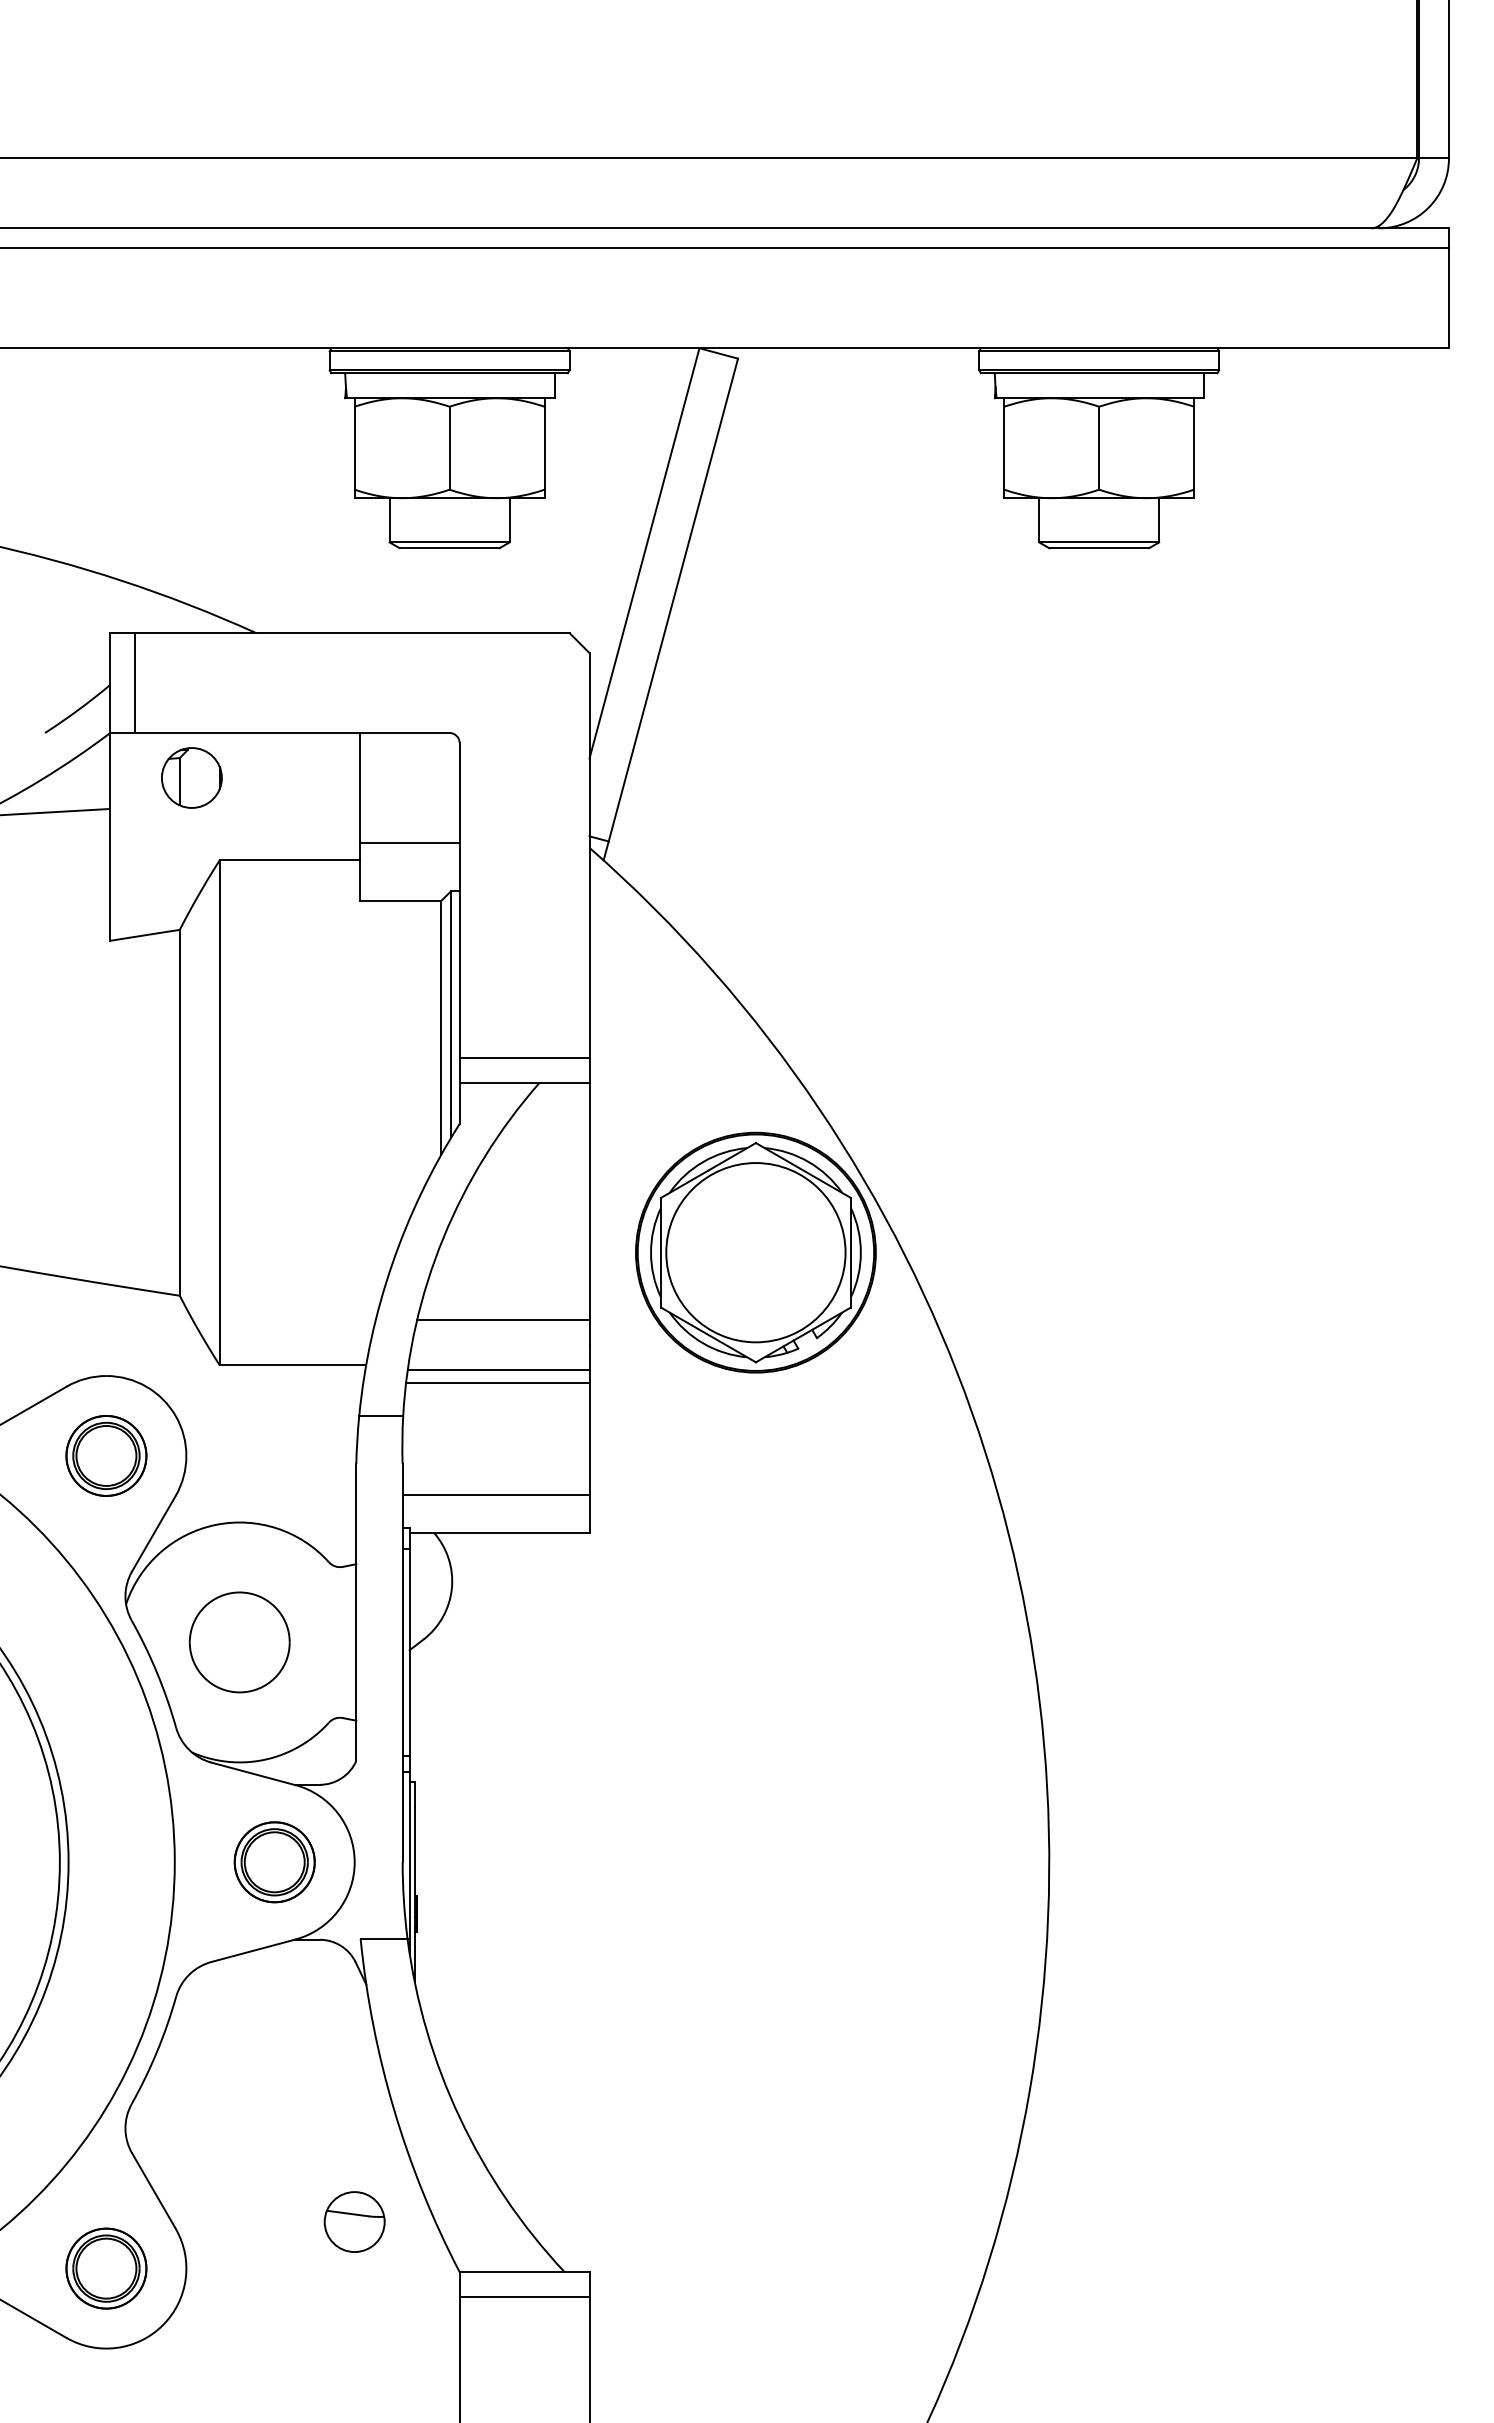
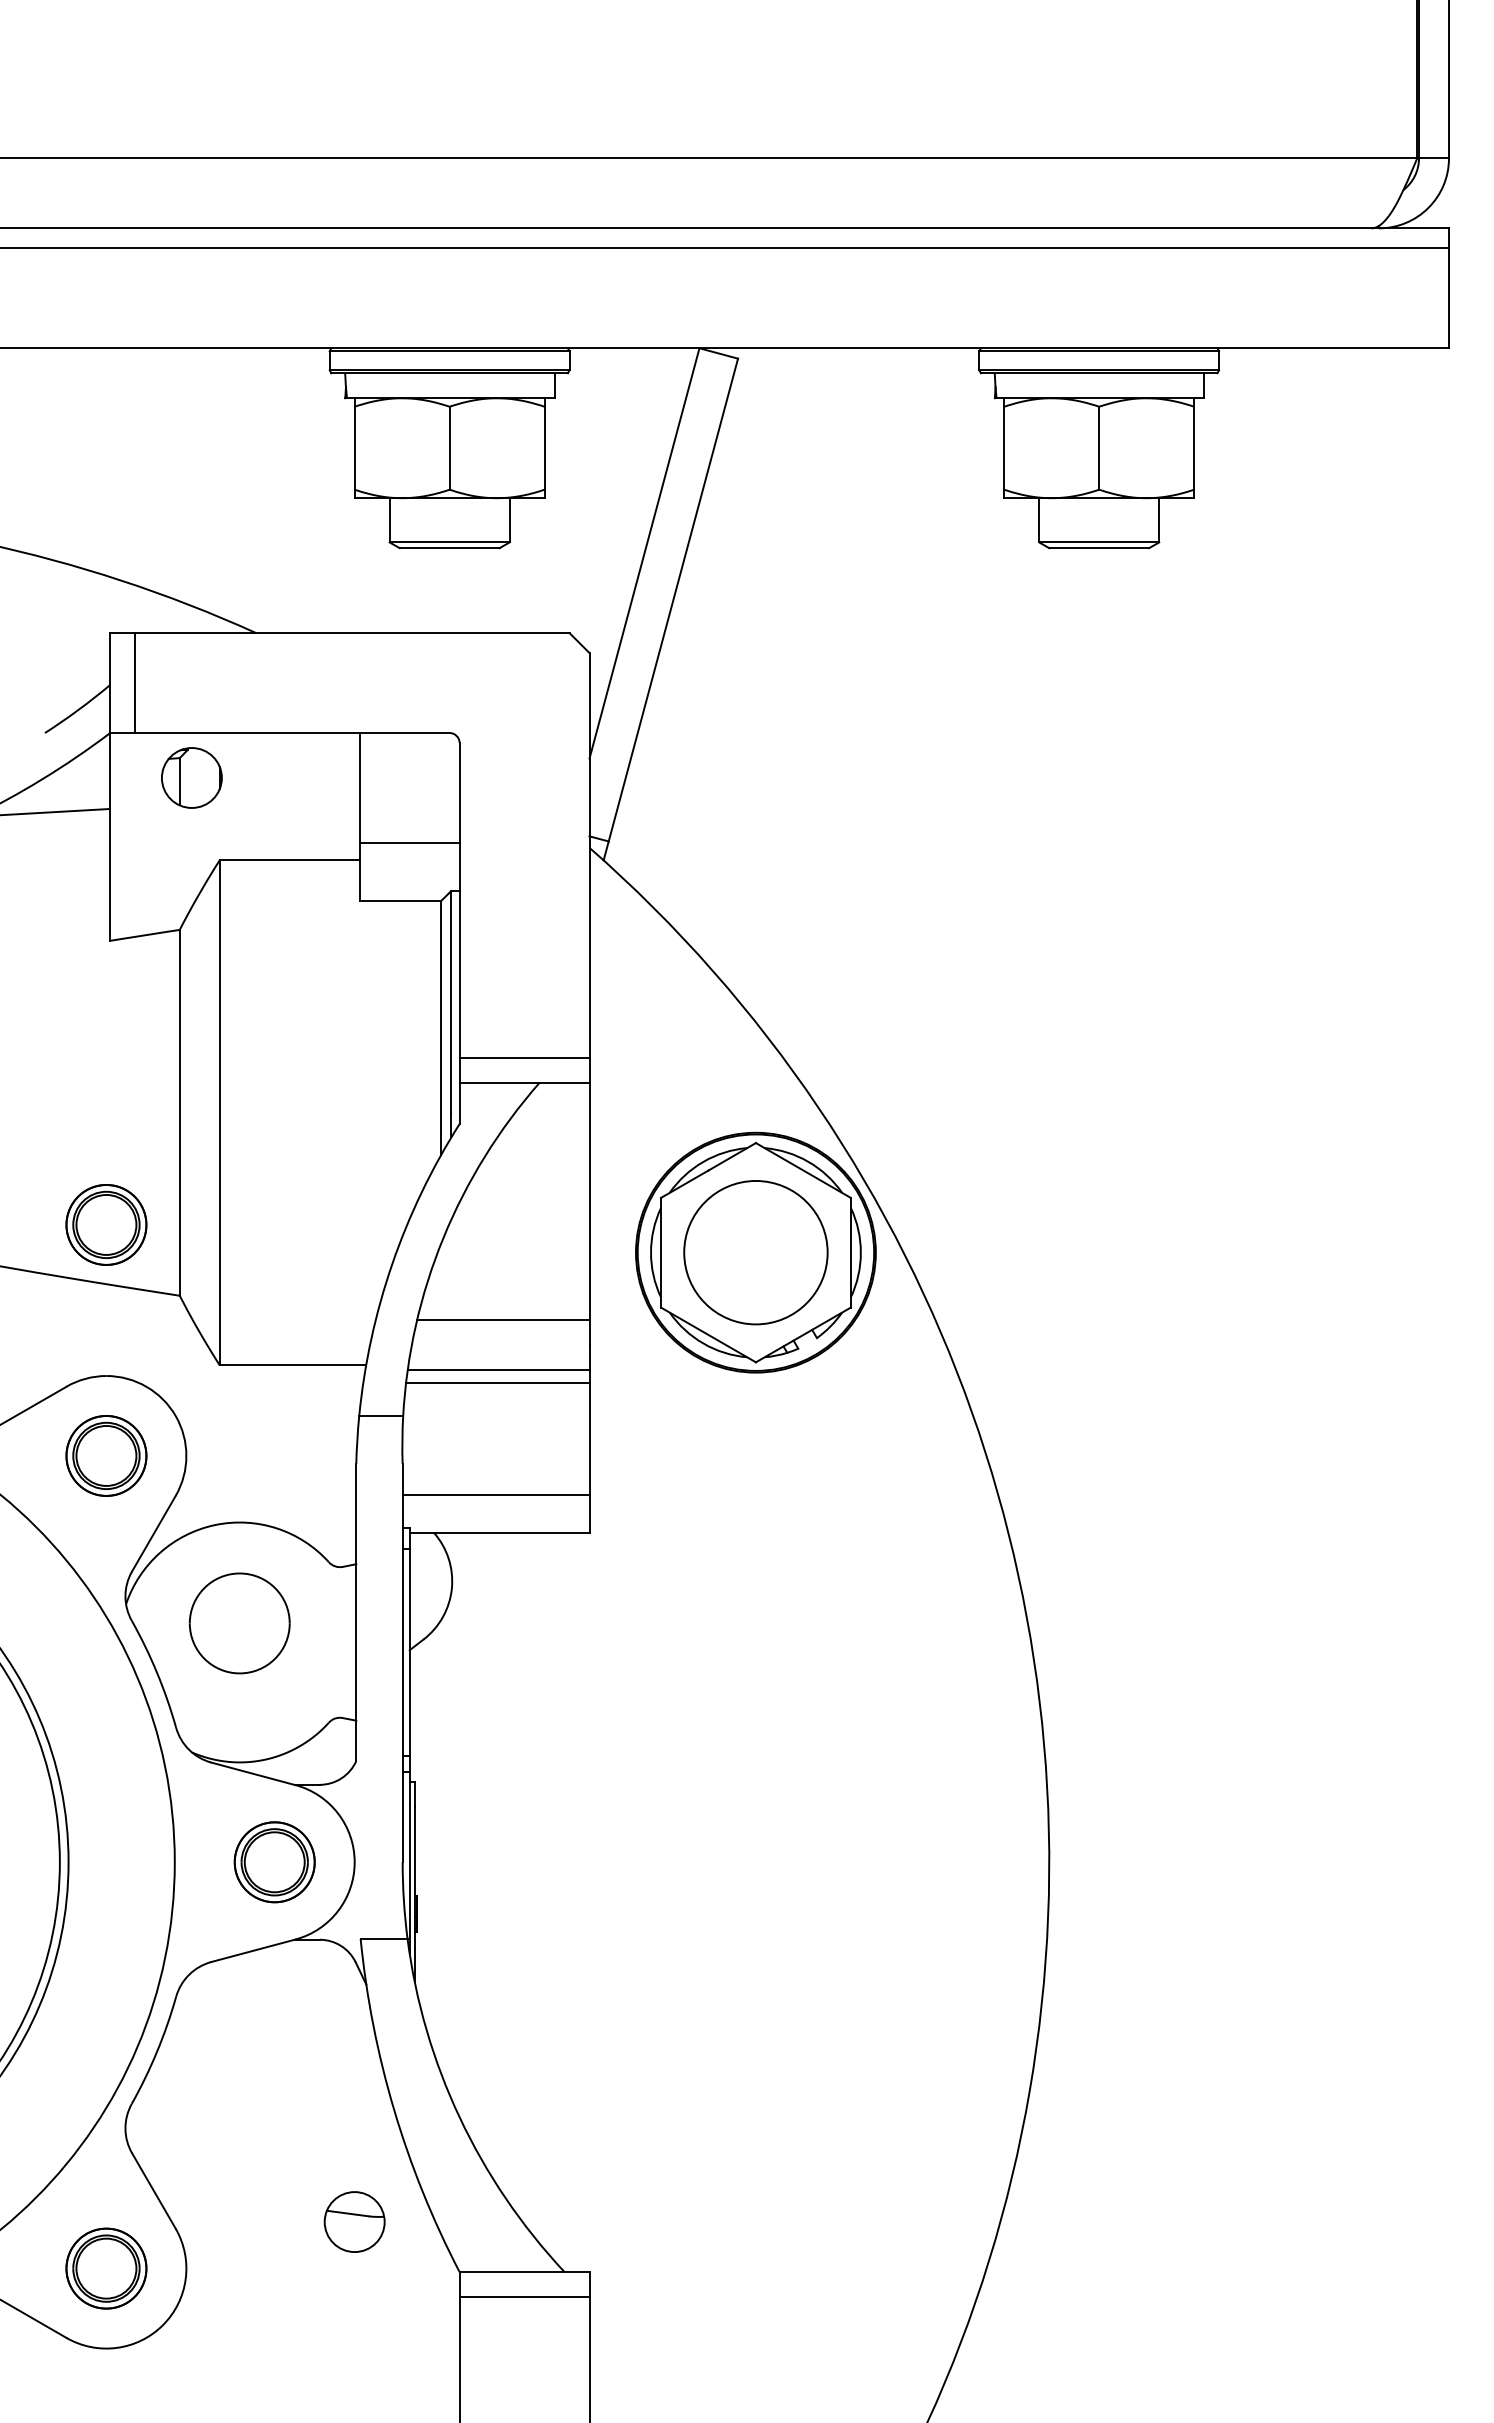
part at (106, 1224): none -> present
circle at (755, 1252) diameter: 179 px -> 143 px
part at (239, 1642) position: (239, 1642) -> (239, 1623)
